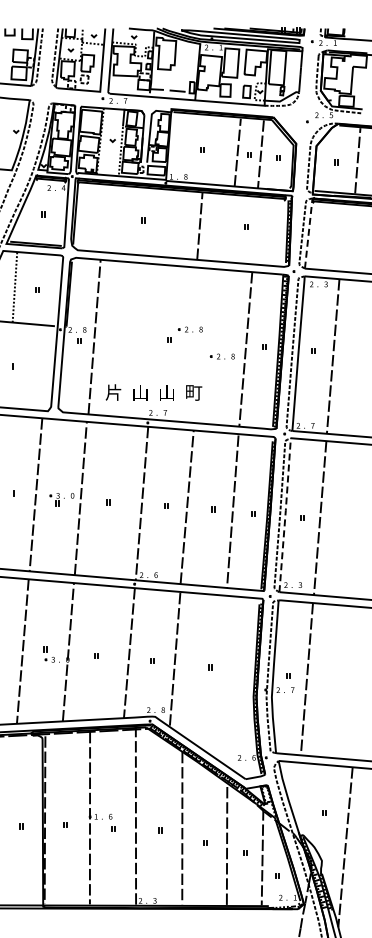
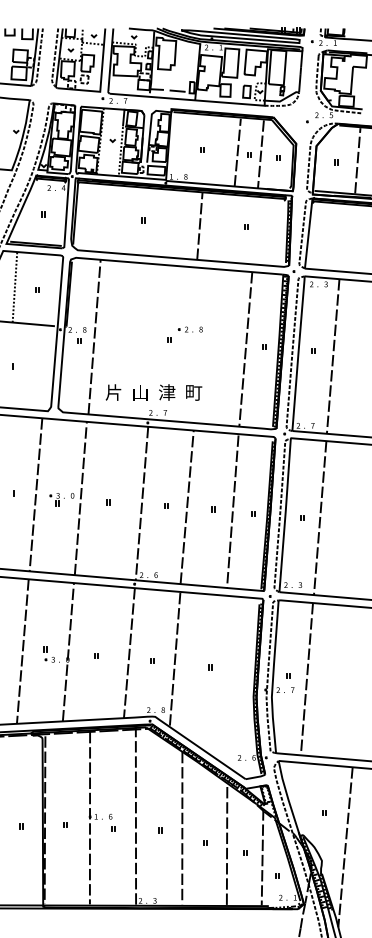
line at (308, 233): dashed -> solid
part at (221, 356): present -> none
text at (167, 392): 山 -> 津
line at (285, 513): dashed -> solid
